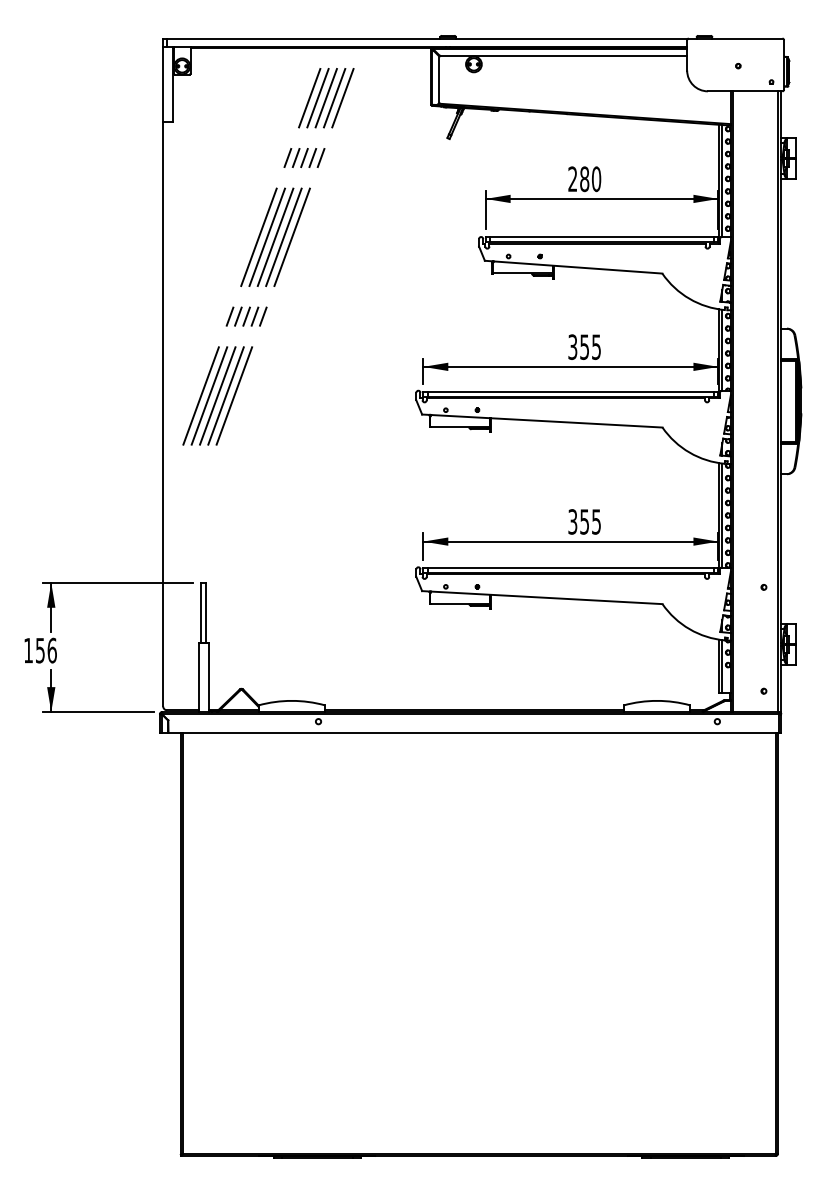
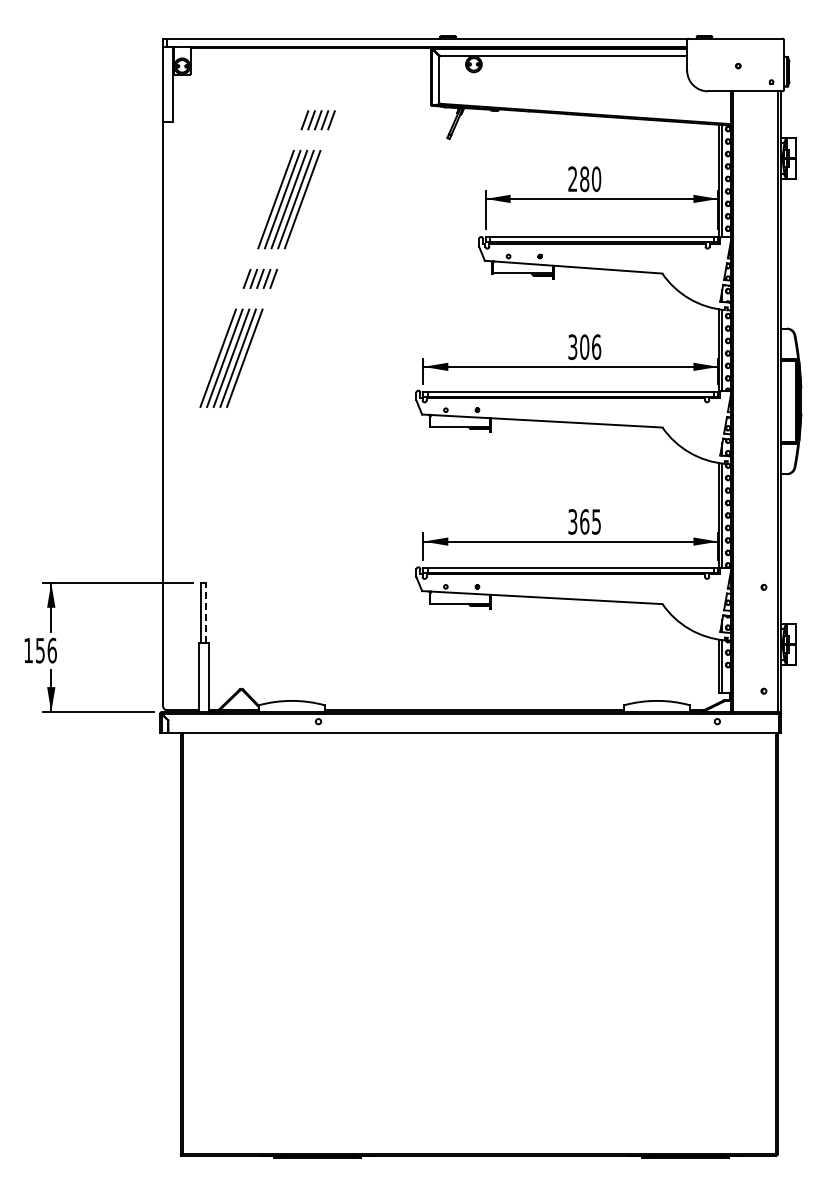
part at (268, 256) size: 173x378 px -> 137x298 px
text at (590, 347): 355 -> 306
text at (584, 521): 355 -> 365
line at (206, 612): solid -> dashed
